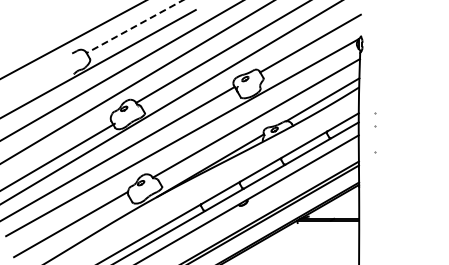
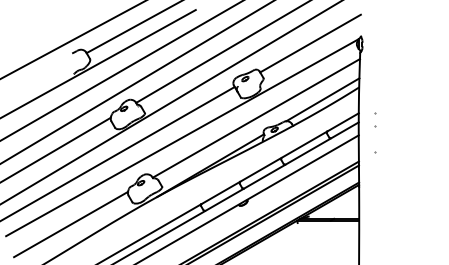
line at (134, 26): dashed -> solid
line at (58, 156) position: (58, 156) -> (56, 149)
